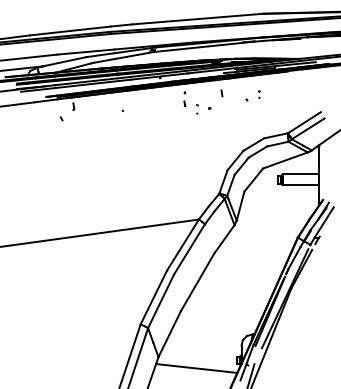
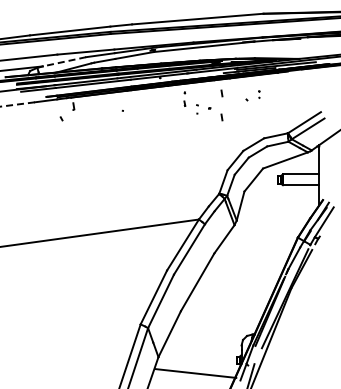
line at (63, 61): solid -> dashed
line at (17, 104): solid -> dashed
line at (221, 117): none -> present
line at (196, 368) position: (196, 368) -> (195, 373)
